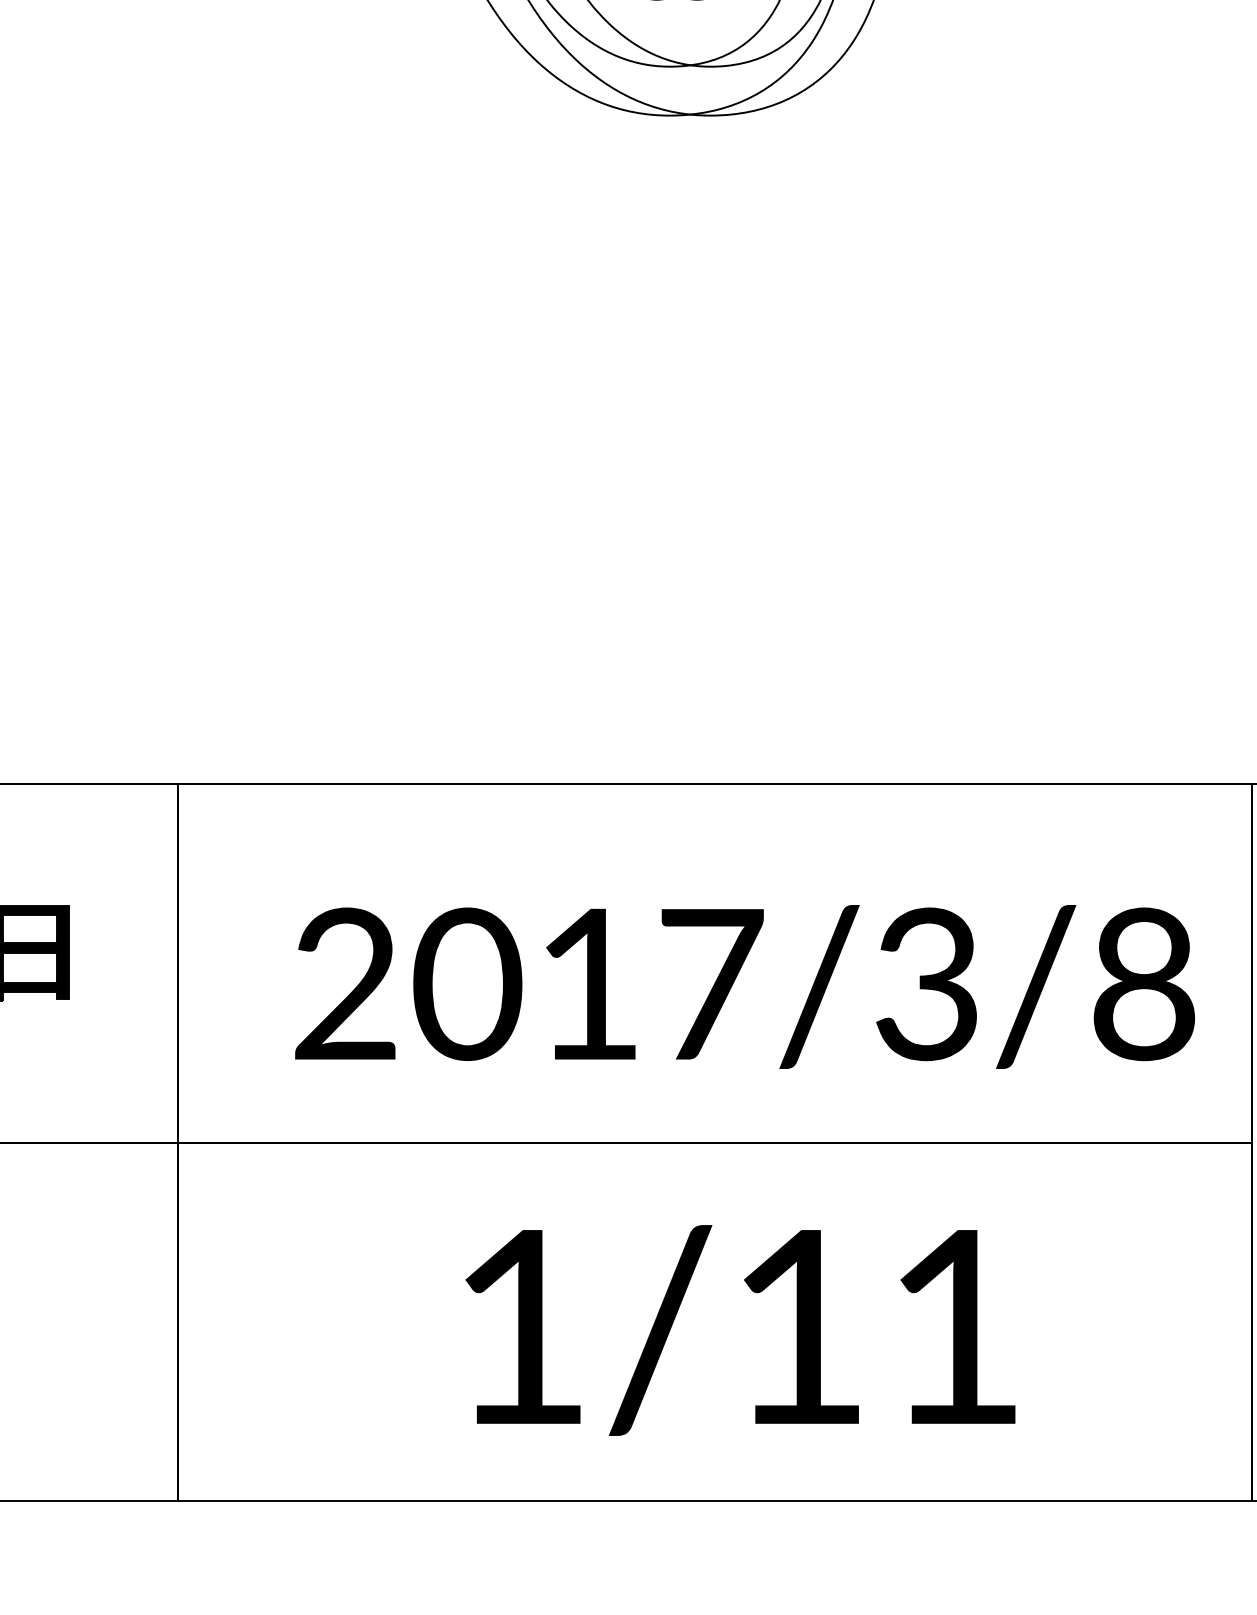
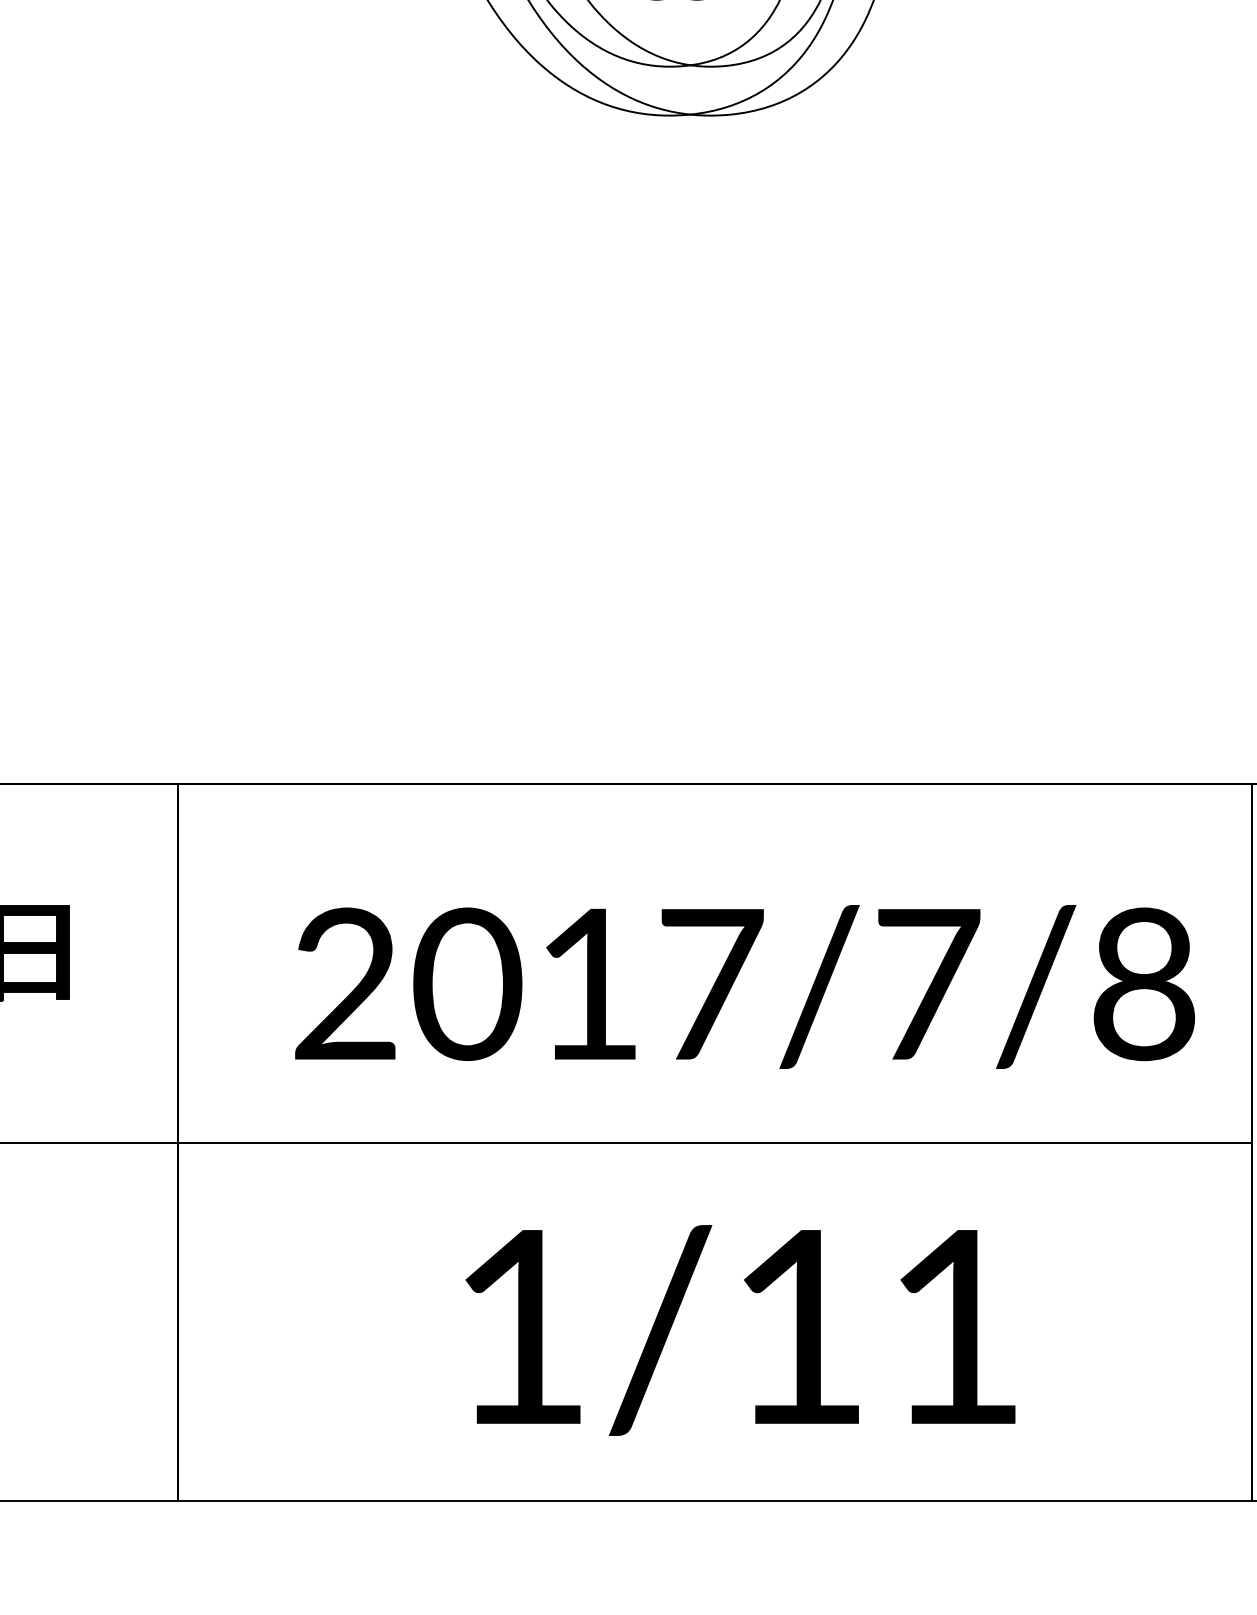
text at (928, 984): 2017/3/8 -> 2017/7/8
